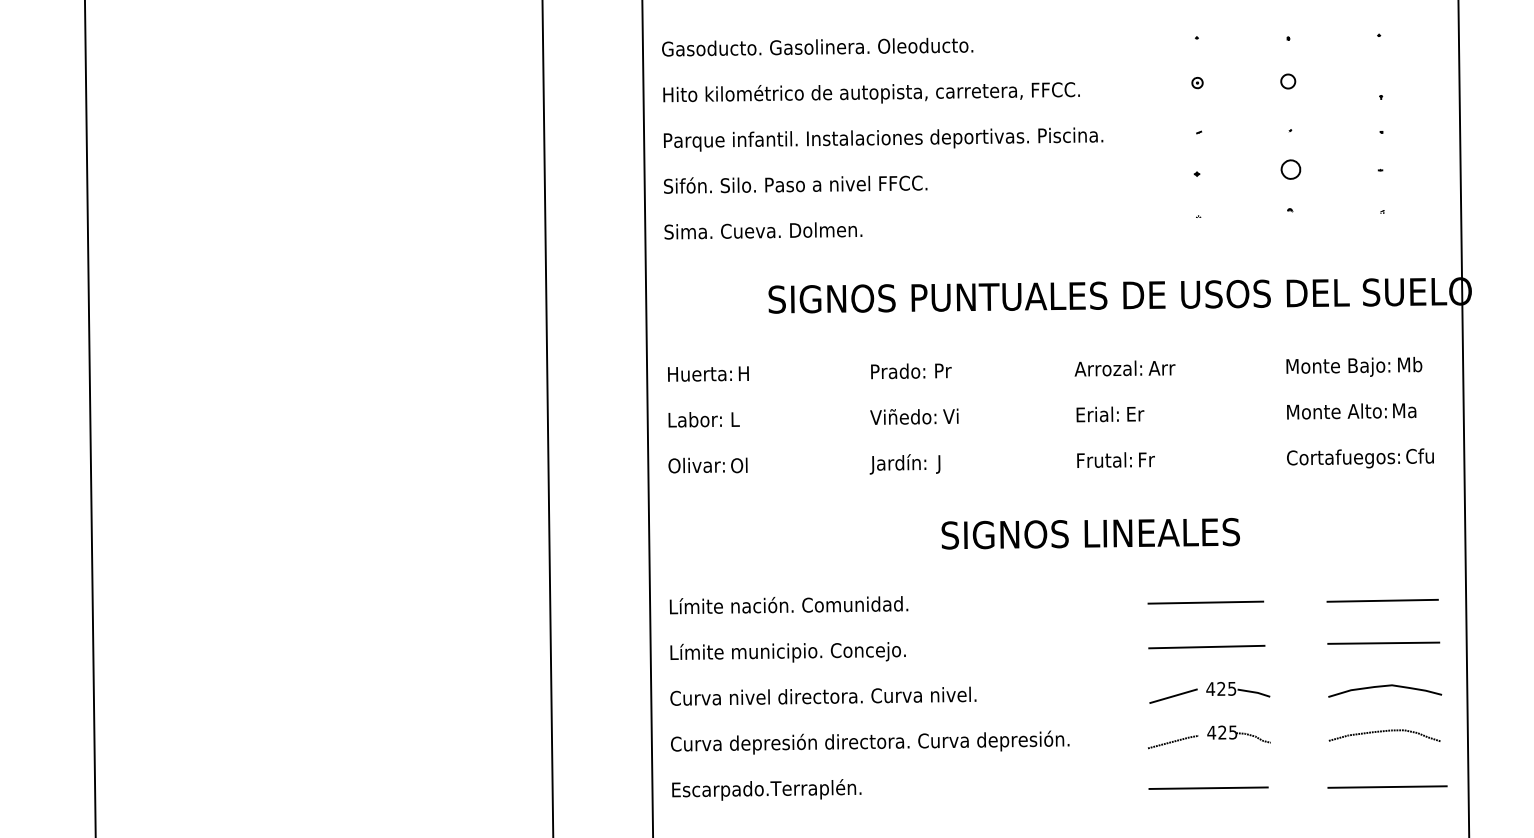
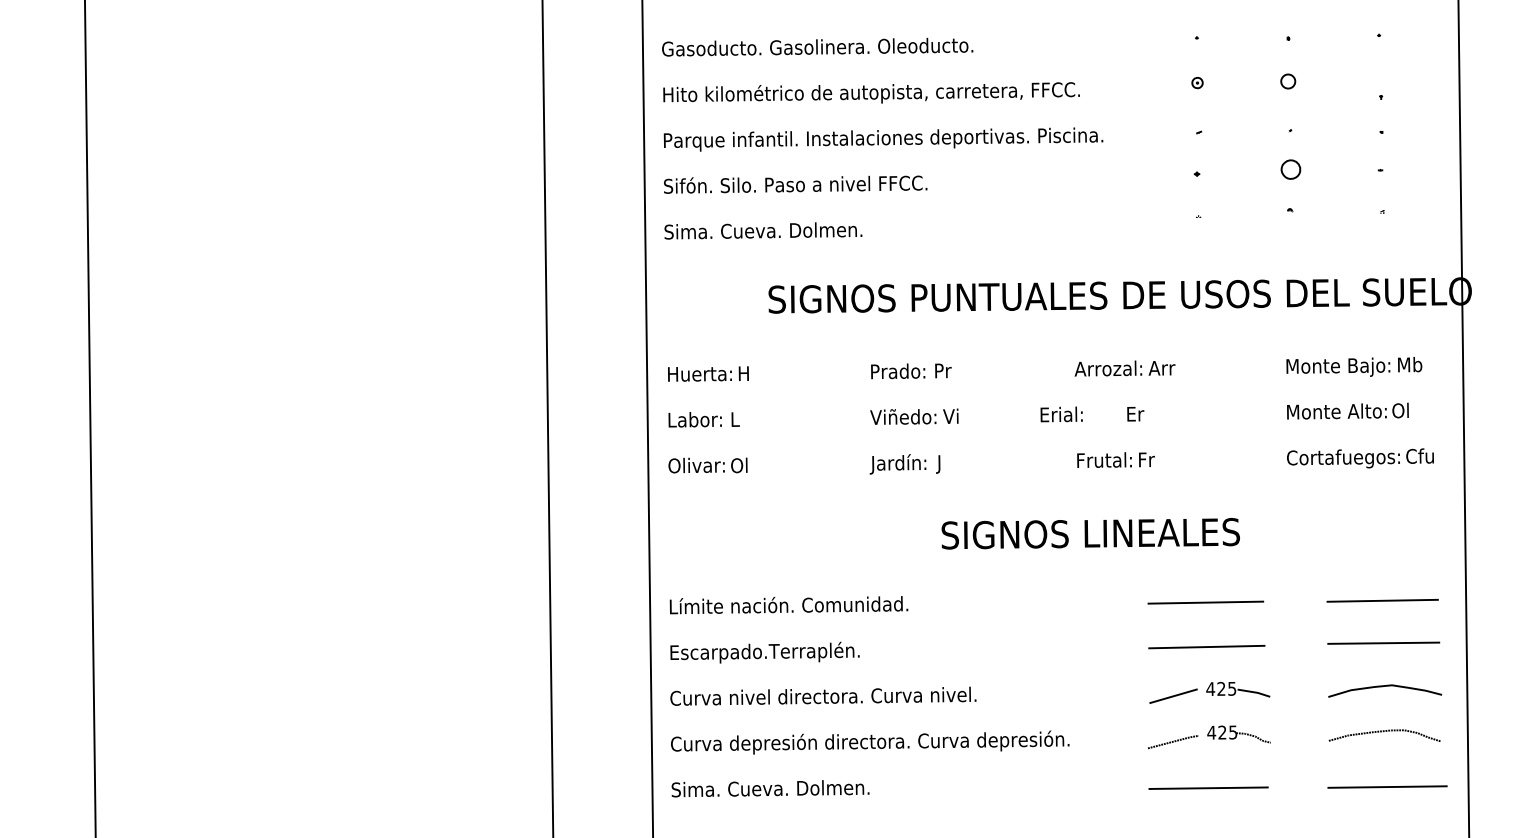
text at (1404, 410): Ma -> Ol
text at (1097, 414) position: (1097, 414) -> (1061, 414)
text at (788, 652): Límite municipio. Concejo. -> Escarpado.Terraplén.
text at (770, 789): Escarpado.Terraplén. -> Sima. Cueva. Dolmen.
